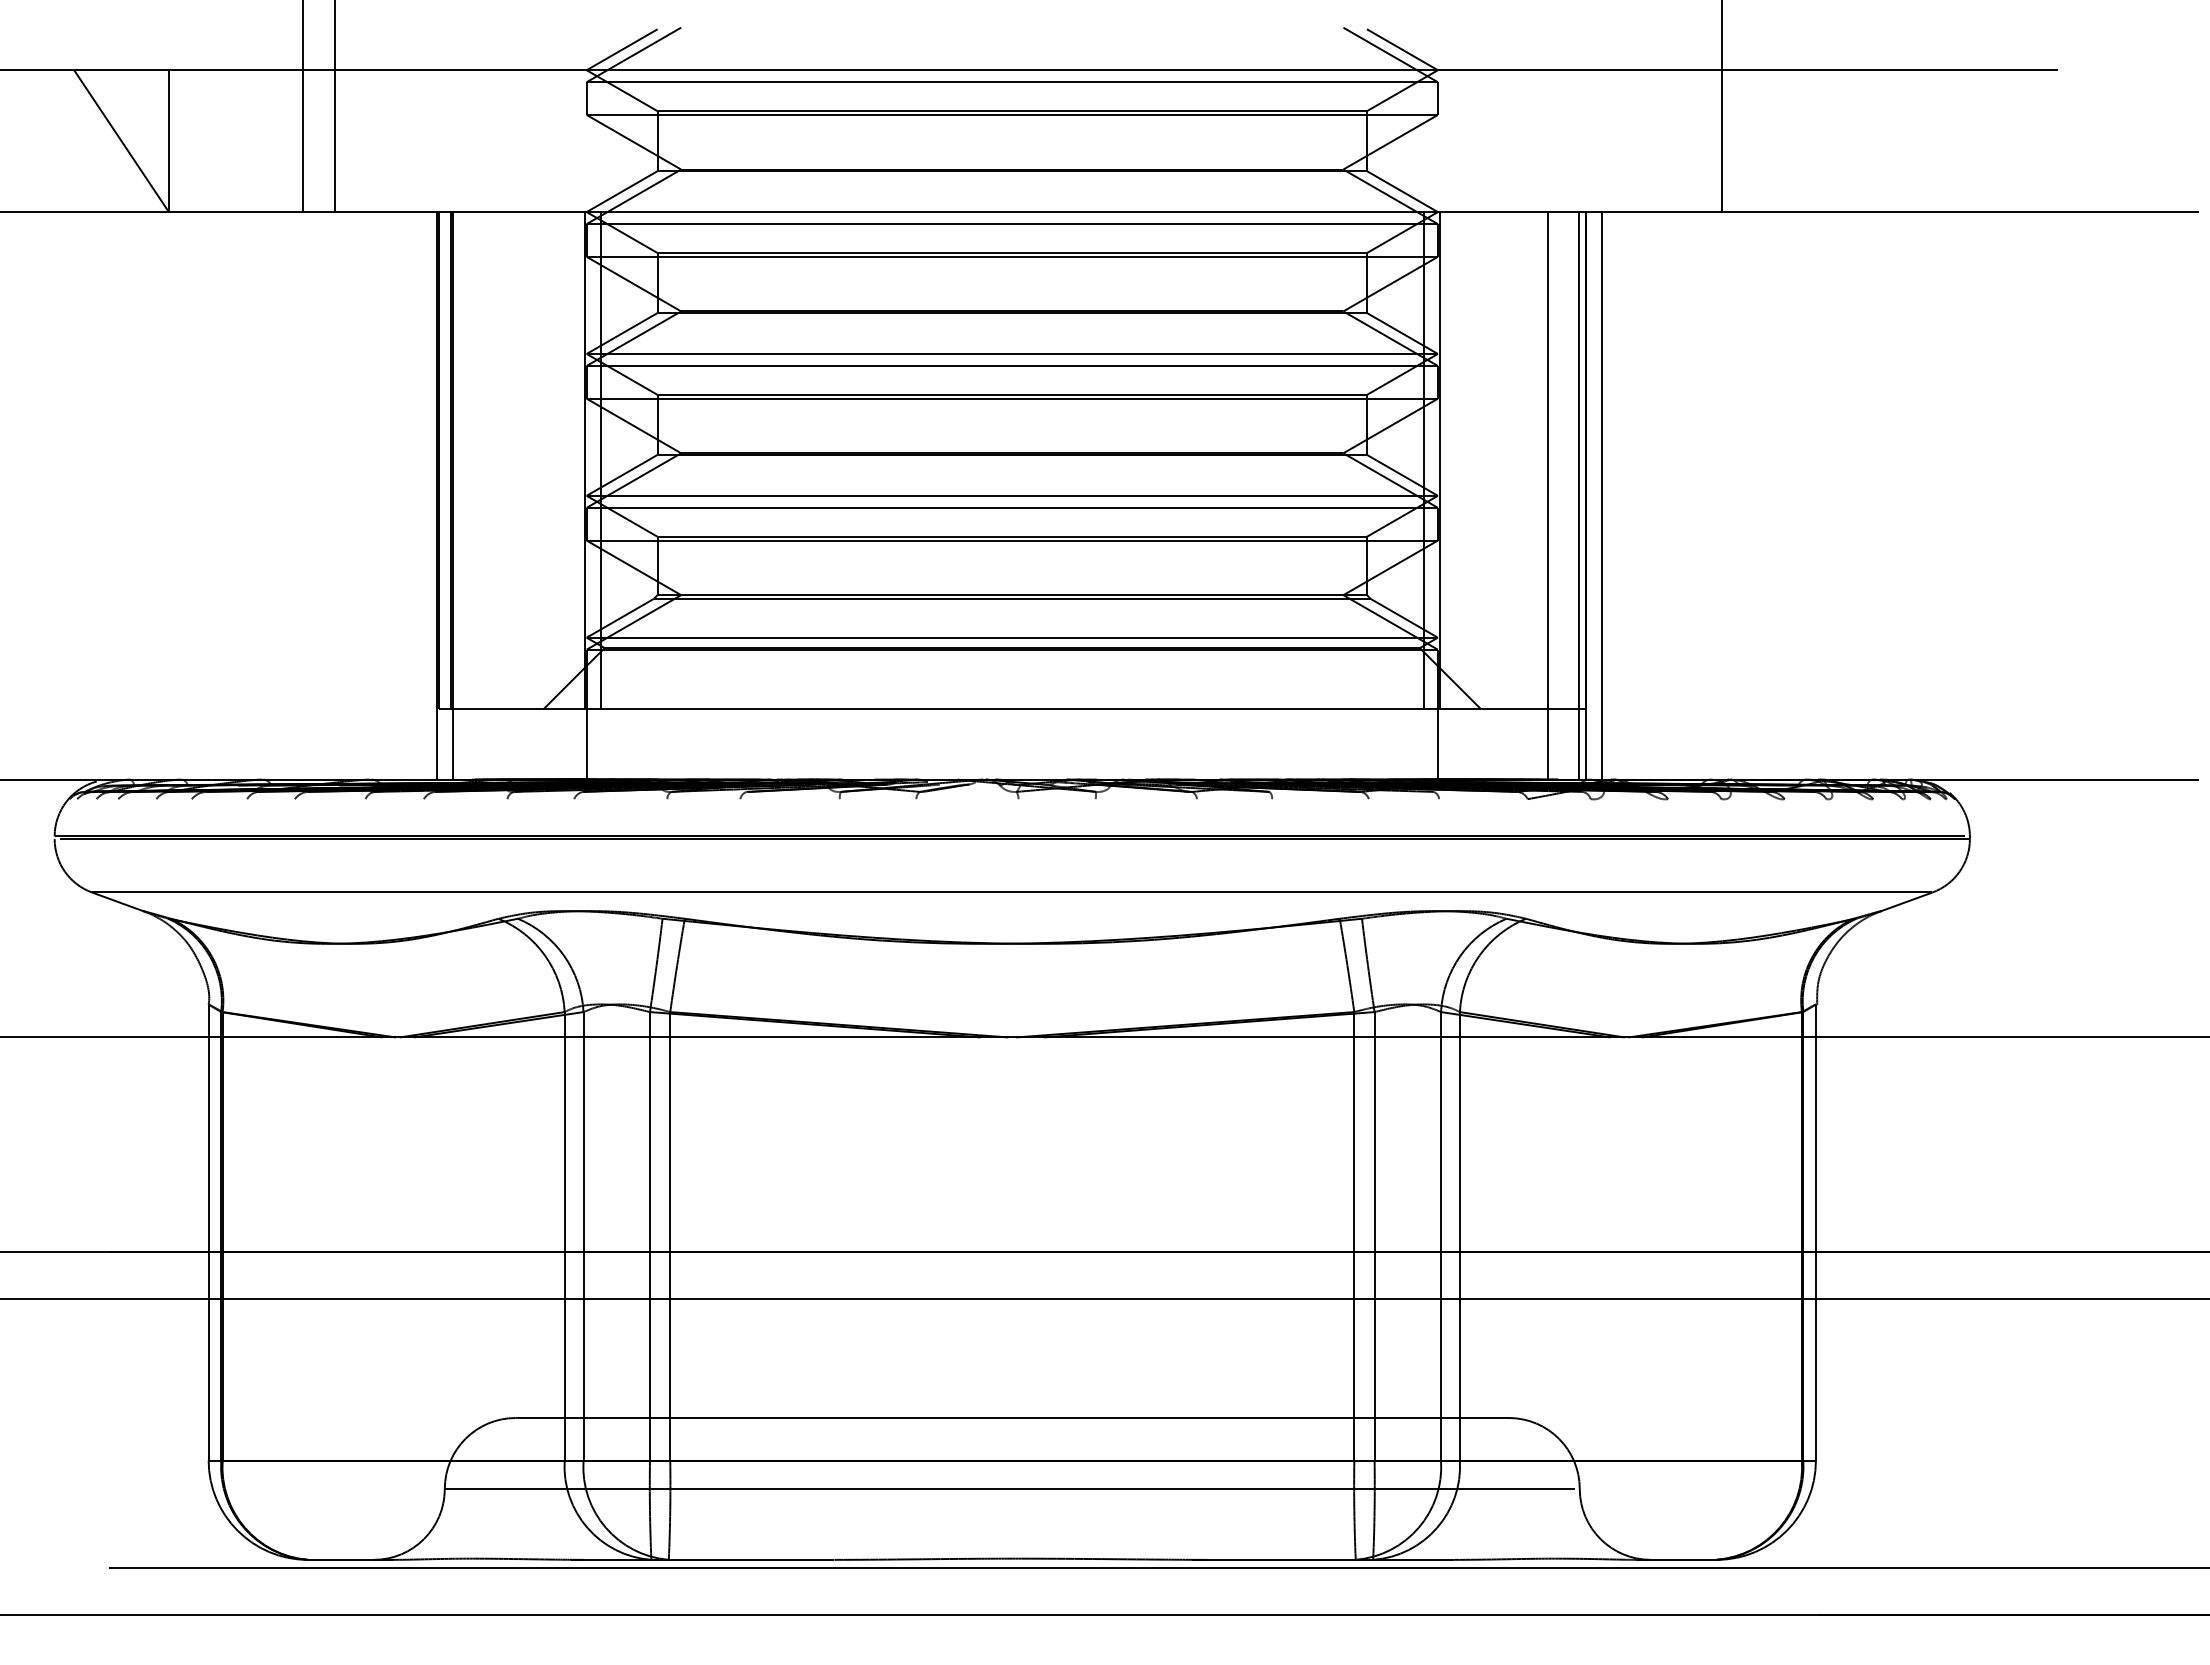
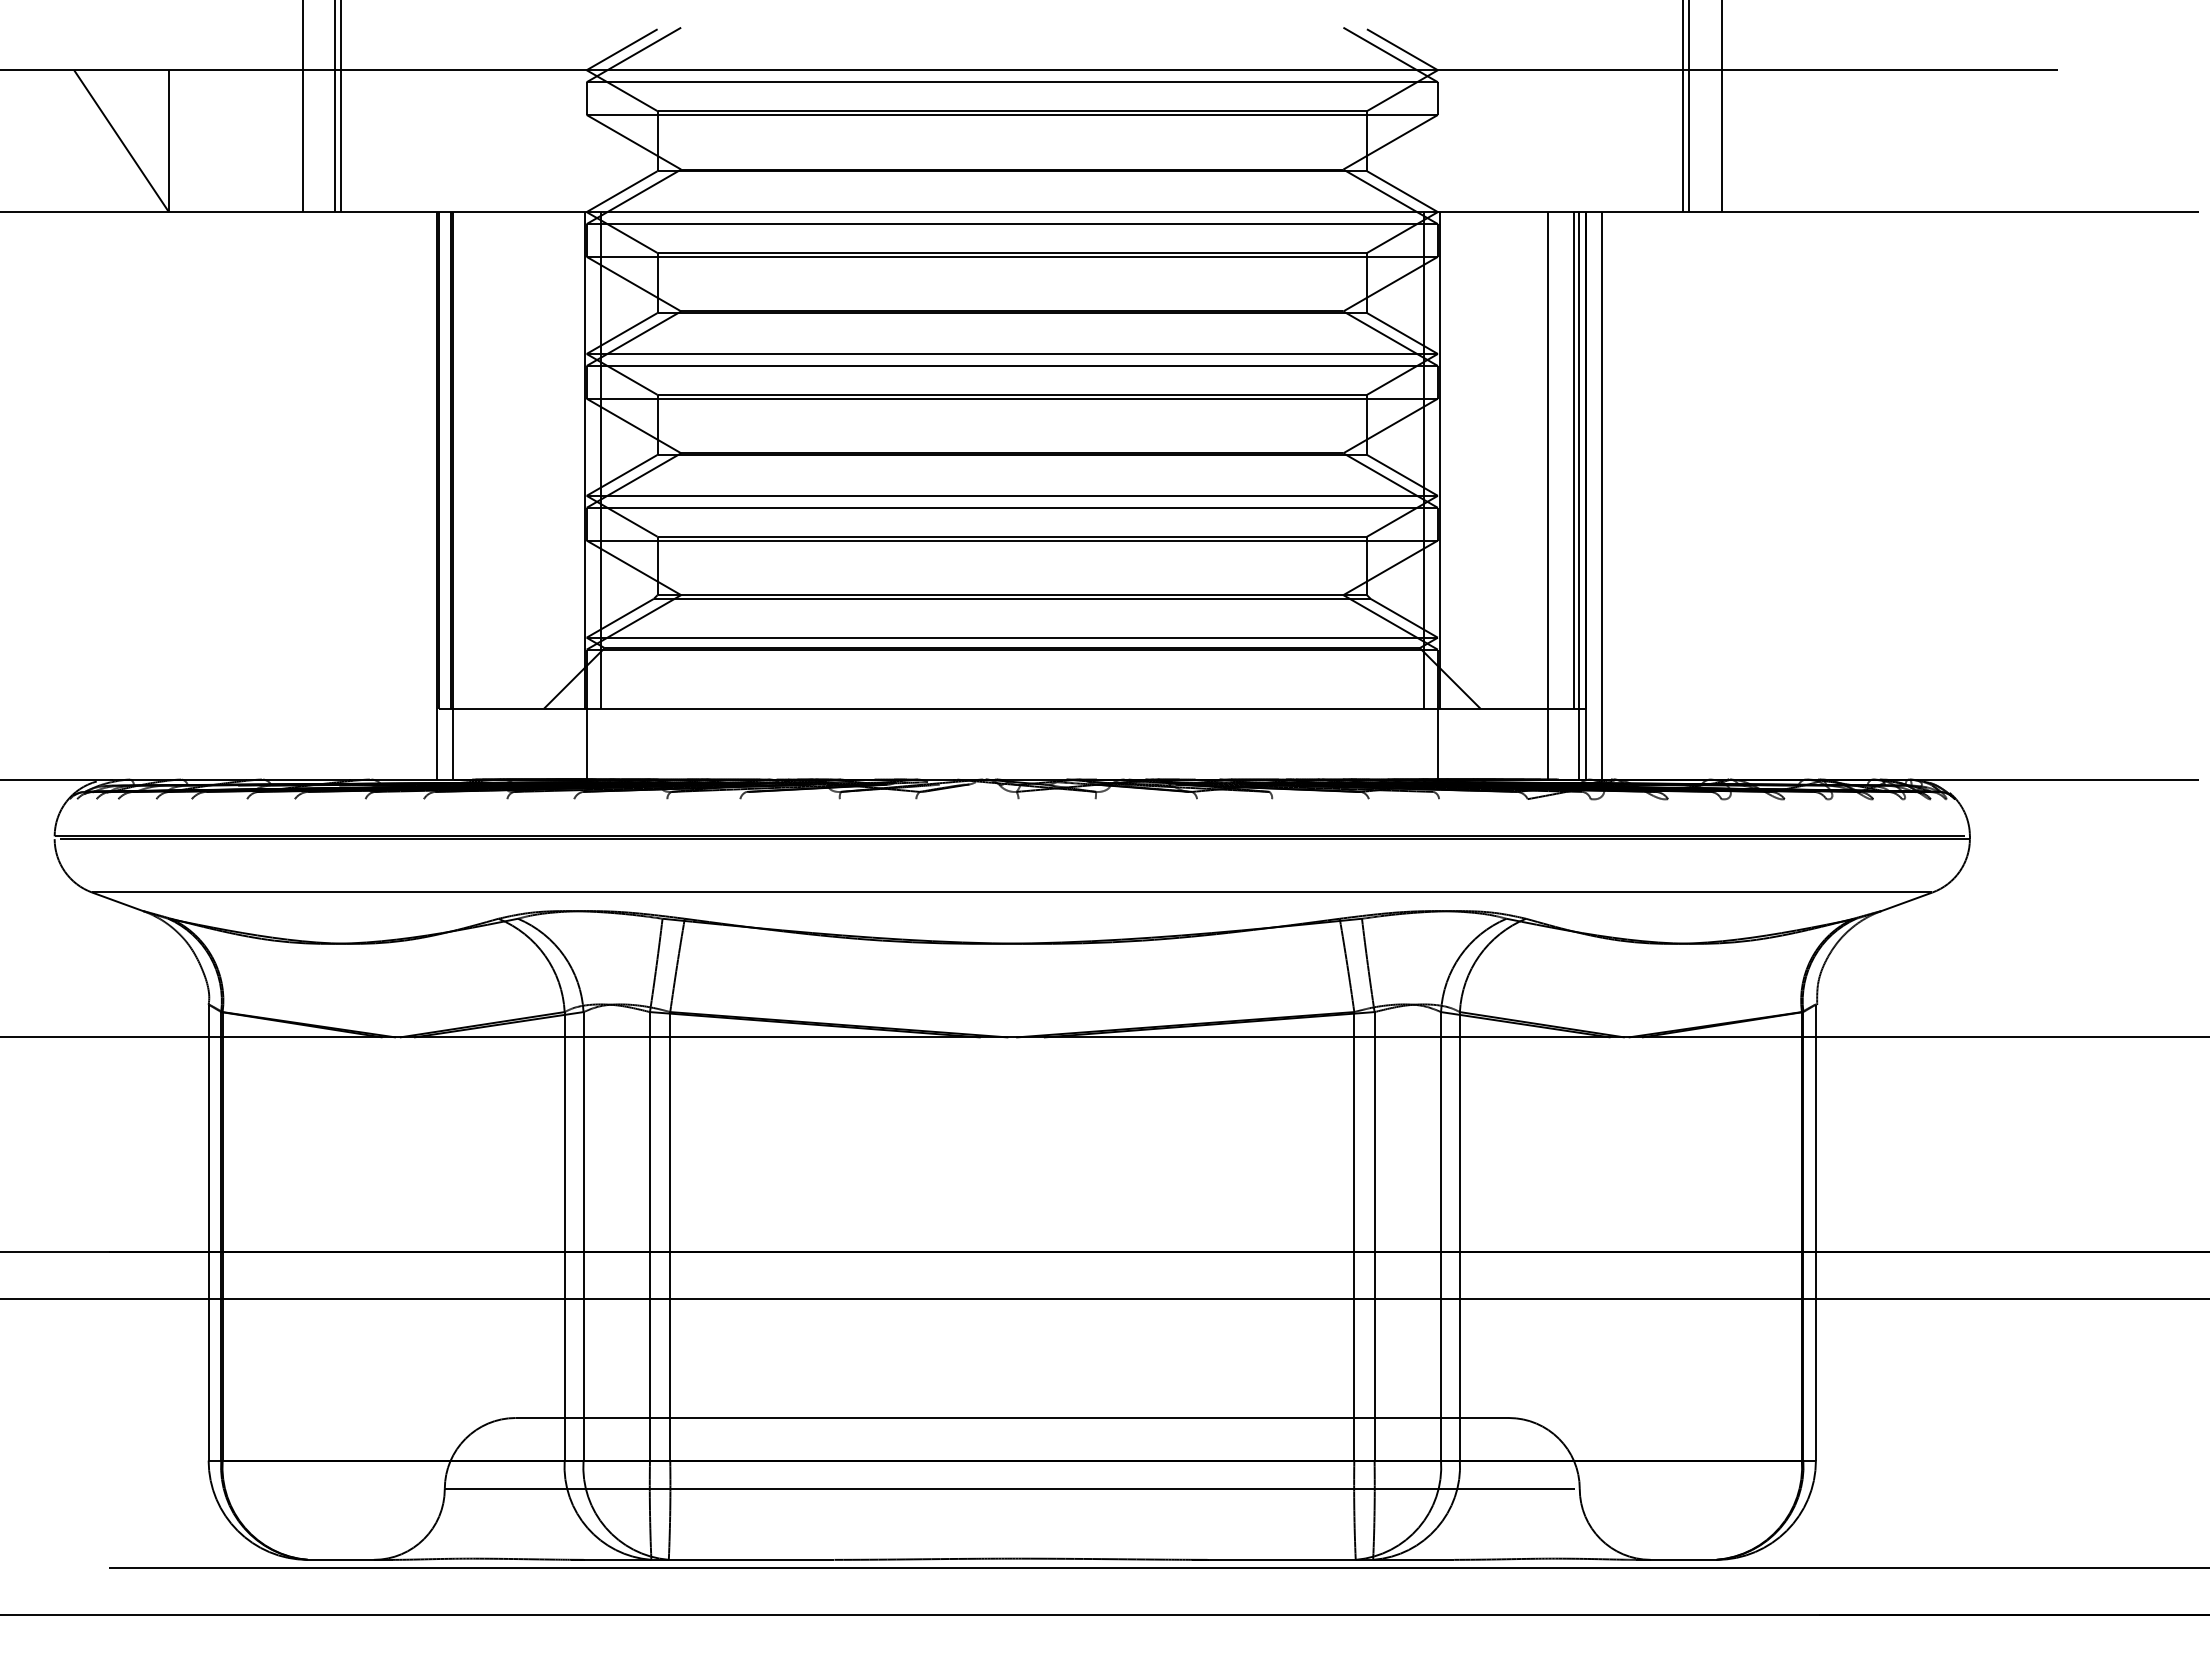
line at (341, 107): none -> present
line at (1683, 107): none -> present
line at (1689, 107): none -> present
line at (1573, 460): none -> present
